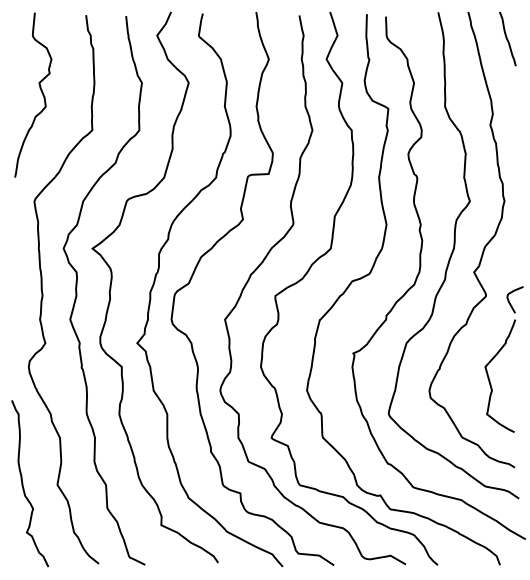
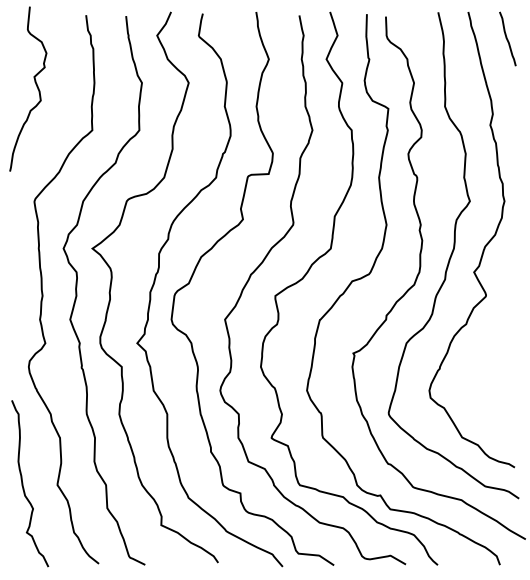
curve at (40, 90) position: (40, 90) -> (35, 84)
part at (496, 356): present -> none
